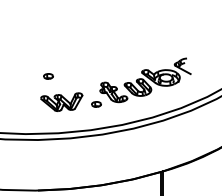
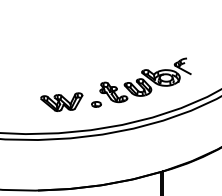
part at (48, 76): present -> none
